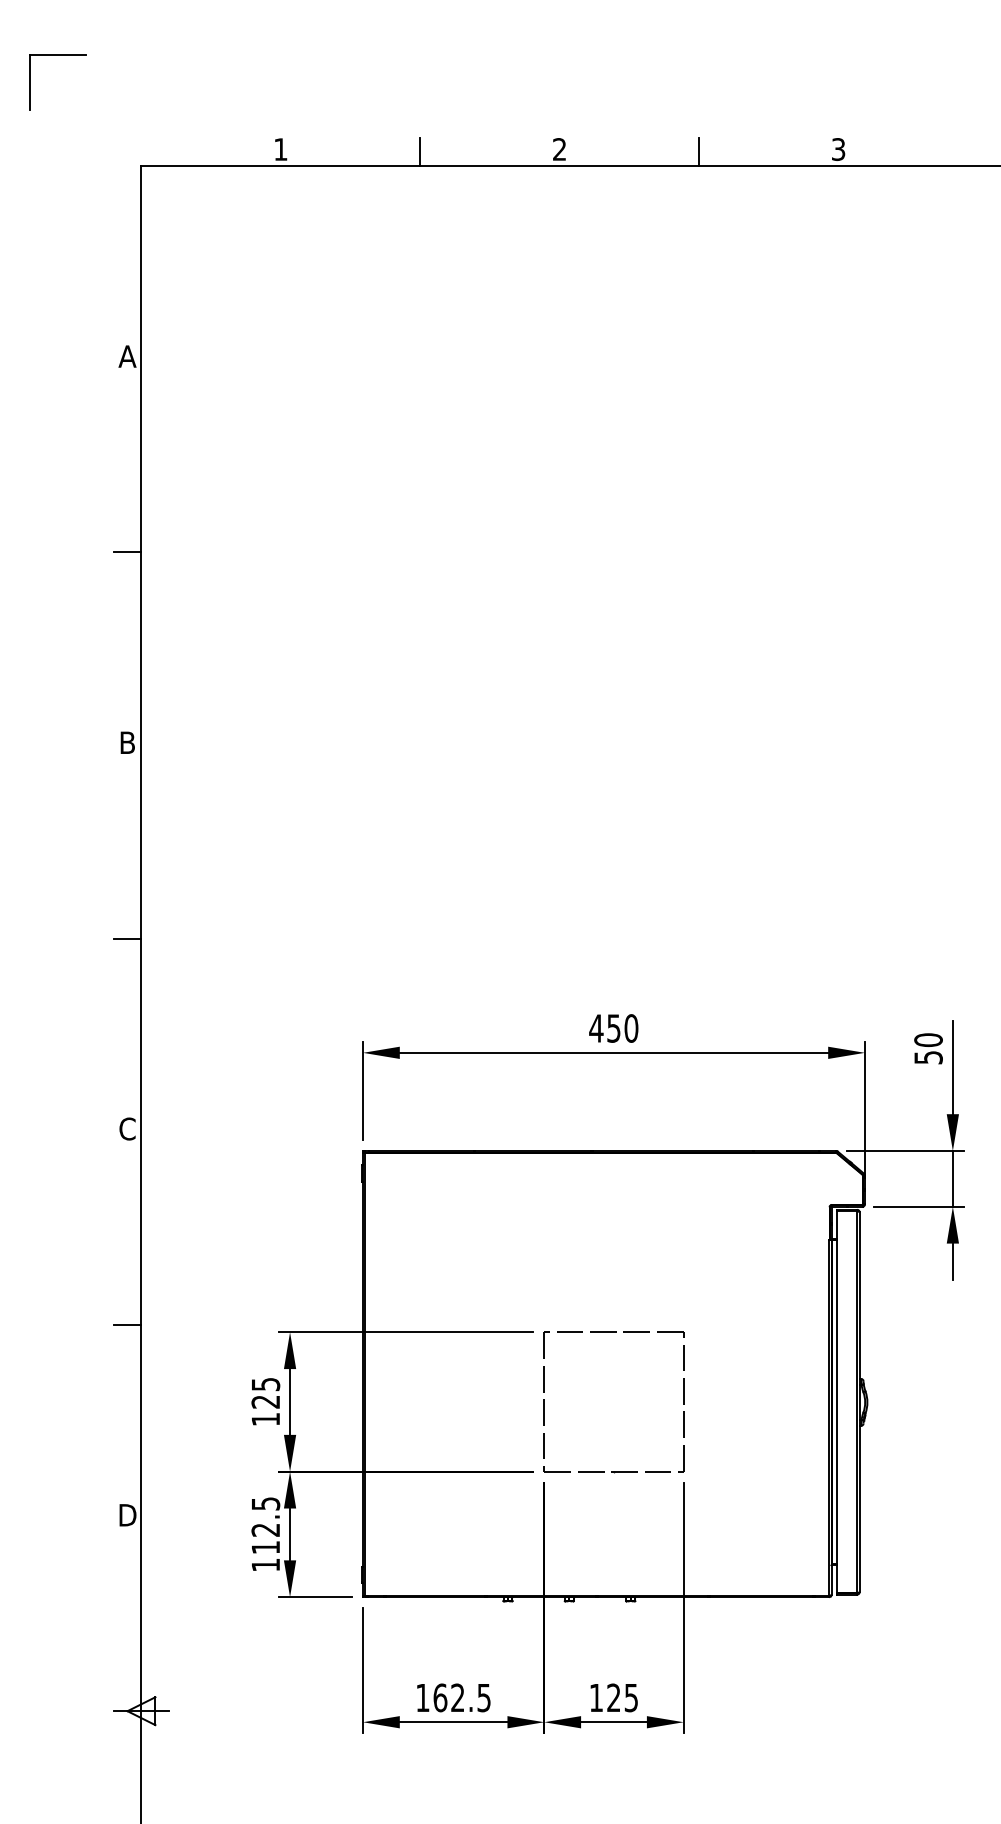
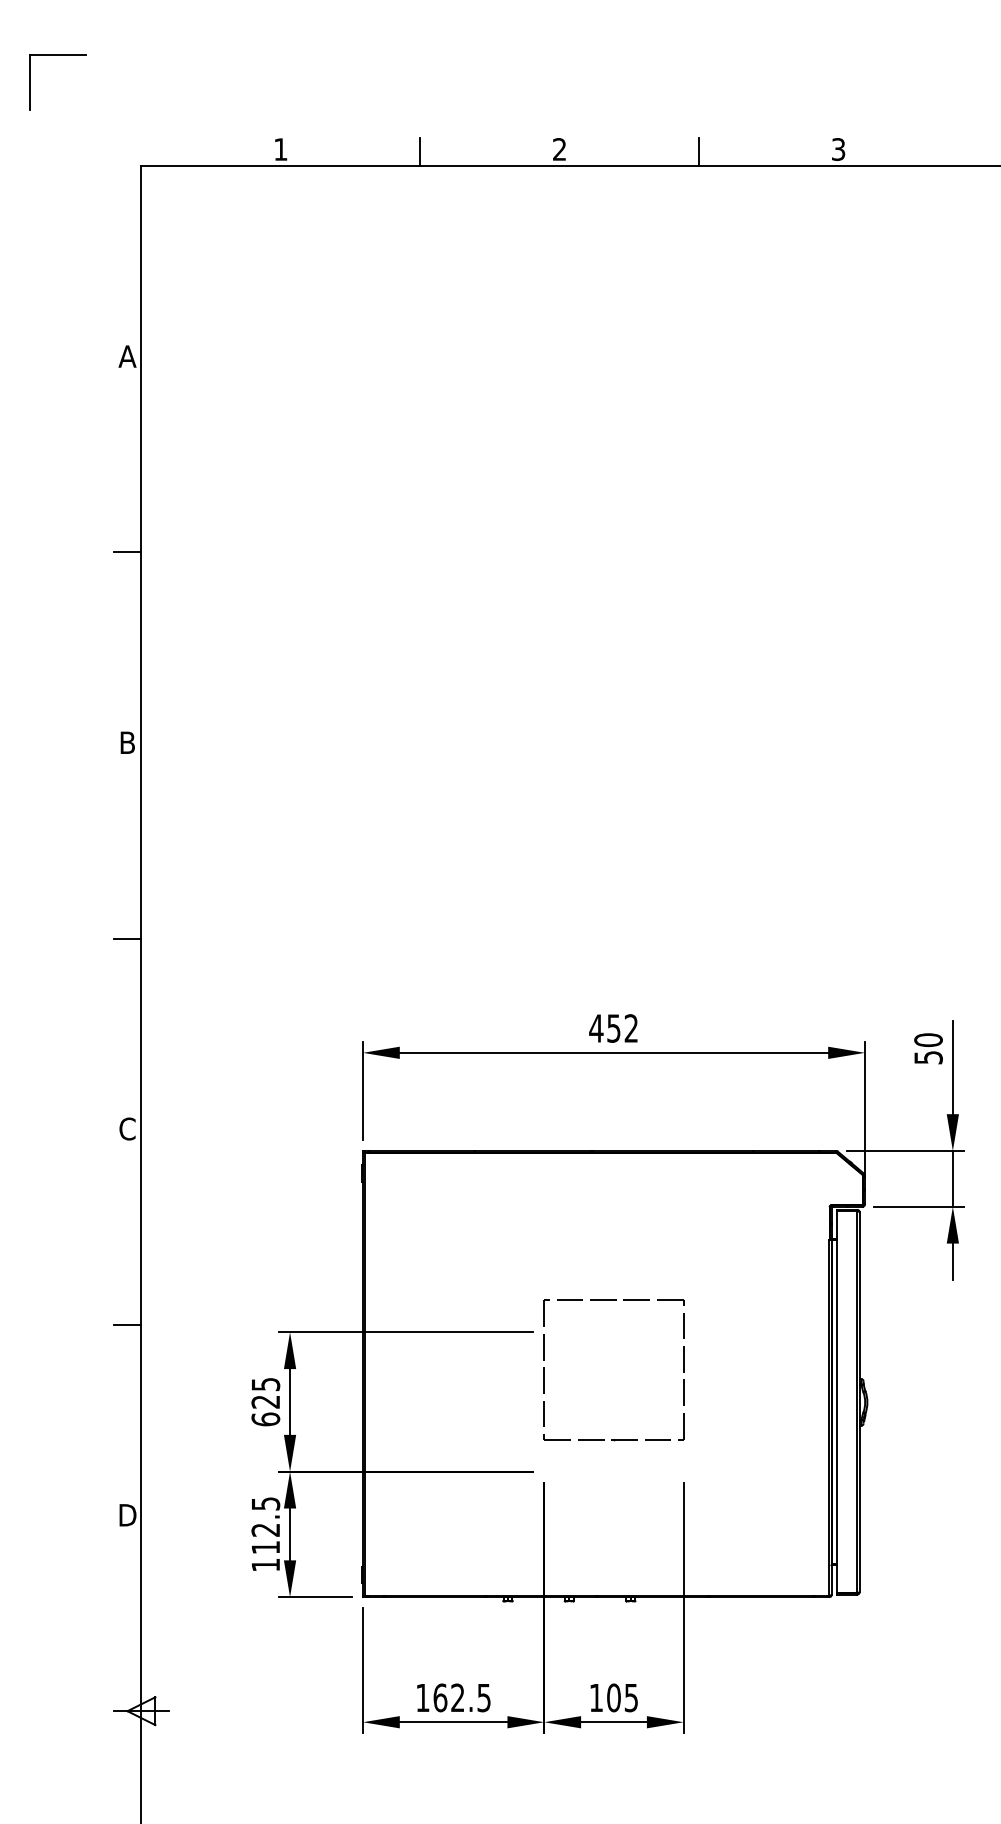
text at (631, 1028): 450 -> 452
part at (544, 1402) position: (544, 1402) -> (544, 1370)
text at (265, 1419): 125 -> 625
text at (613, 1697): 125 -> 105
